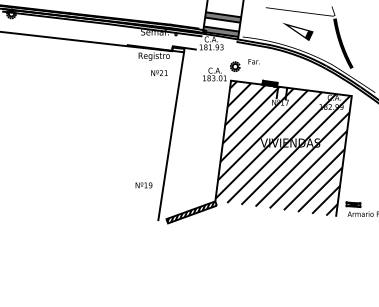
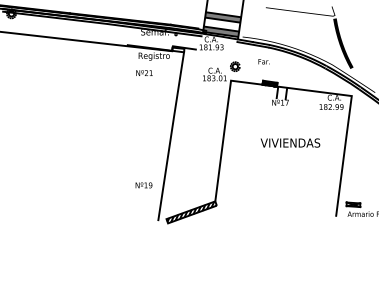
part at (298, 31): present -> none
text at (253, 61) position: (253, 61) -> (263, 61)
text at (159, 72) position: (159, 72) -> (144, 72)
hatch at (282, 148): present -> none
